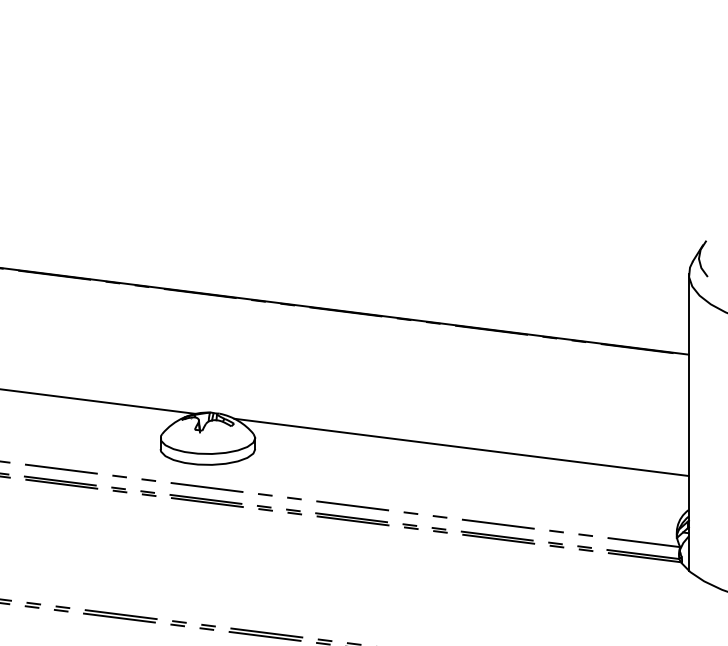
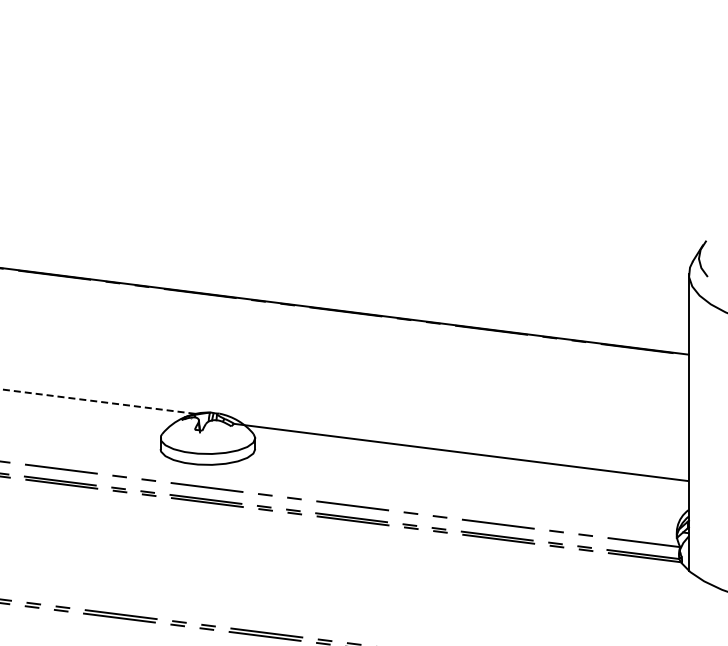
line at (97, 401): solid -> dashed
line at (461, 447) position: (461, 447) -> (460, 452)
